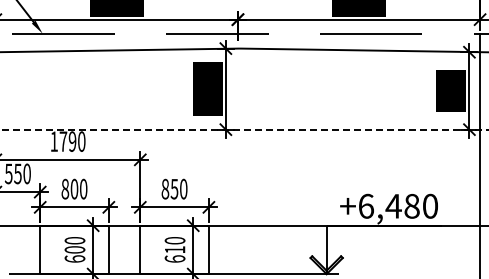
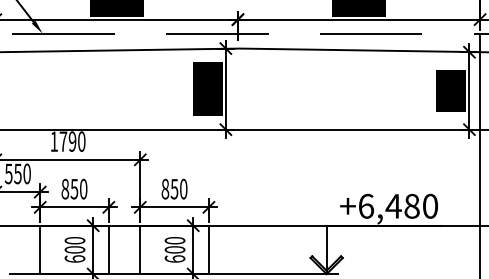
line at (244, 129): dashed -> solid
text at (74, 188): 800 -> 850
text at (174, 249): 610 -> 600
